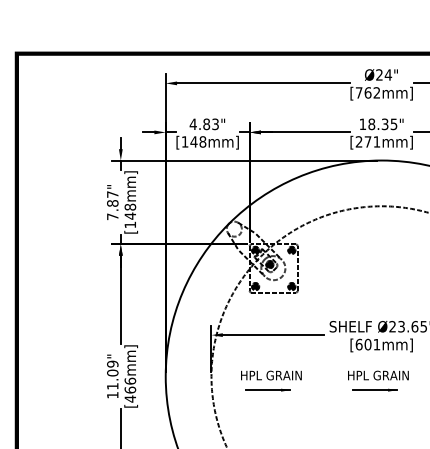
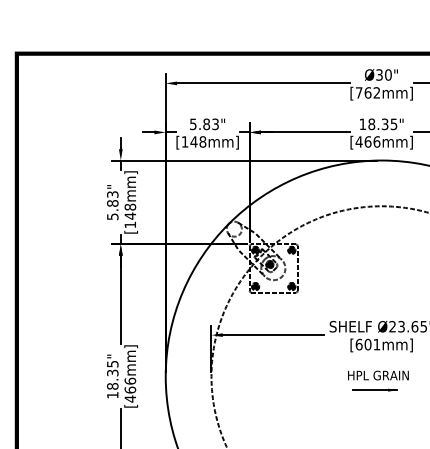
text at (384, 74): Ø24" -> Ø30"
text at (192, 124): 4.83" -> 5.83"
text at (367, 141): [271mm] -> [466mm]
text at (112, 205): 7.87" -> 5.83"
text at (112, 374): 11.09" -> 18.35"
part at (271, 380): present -> none
